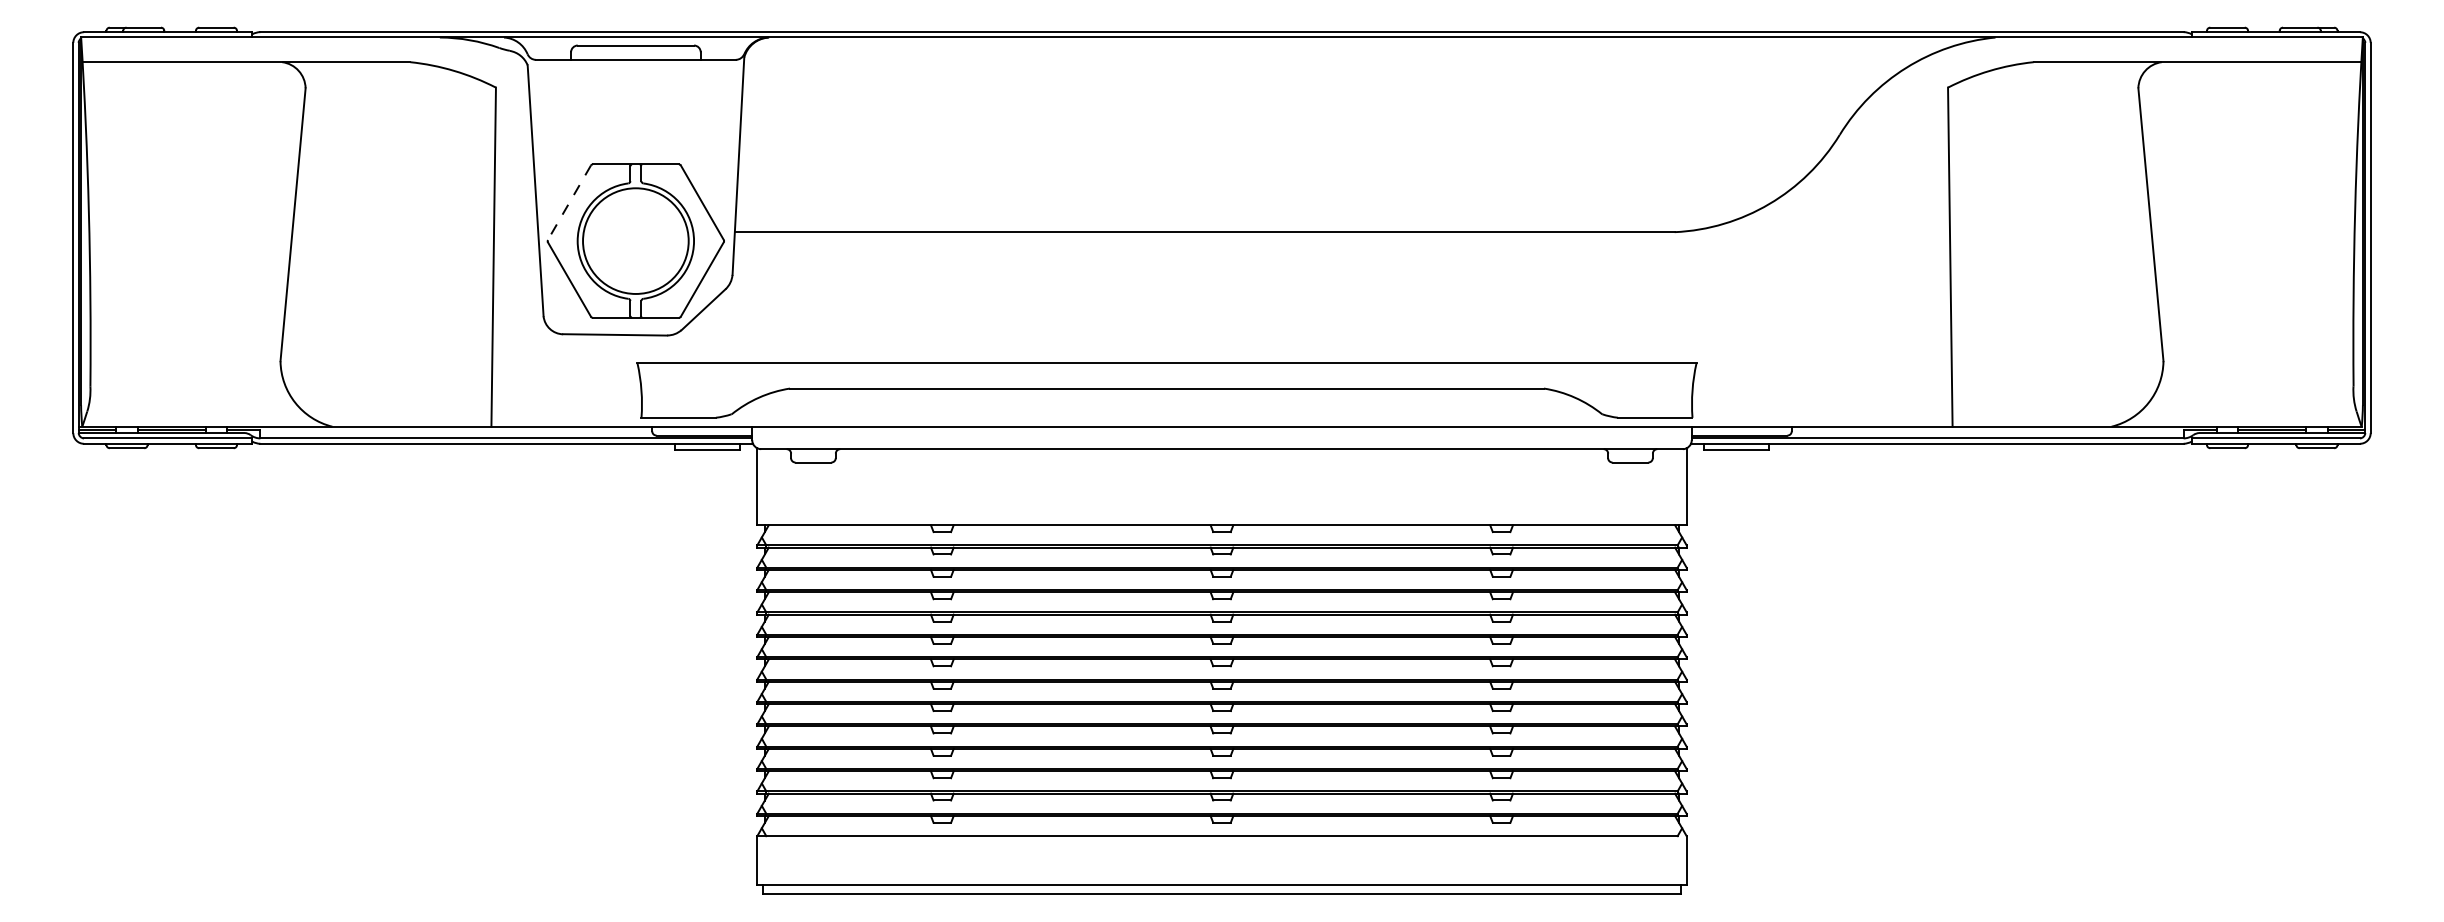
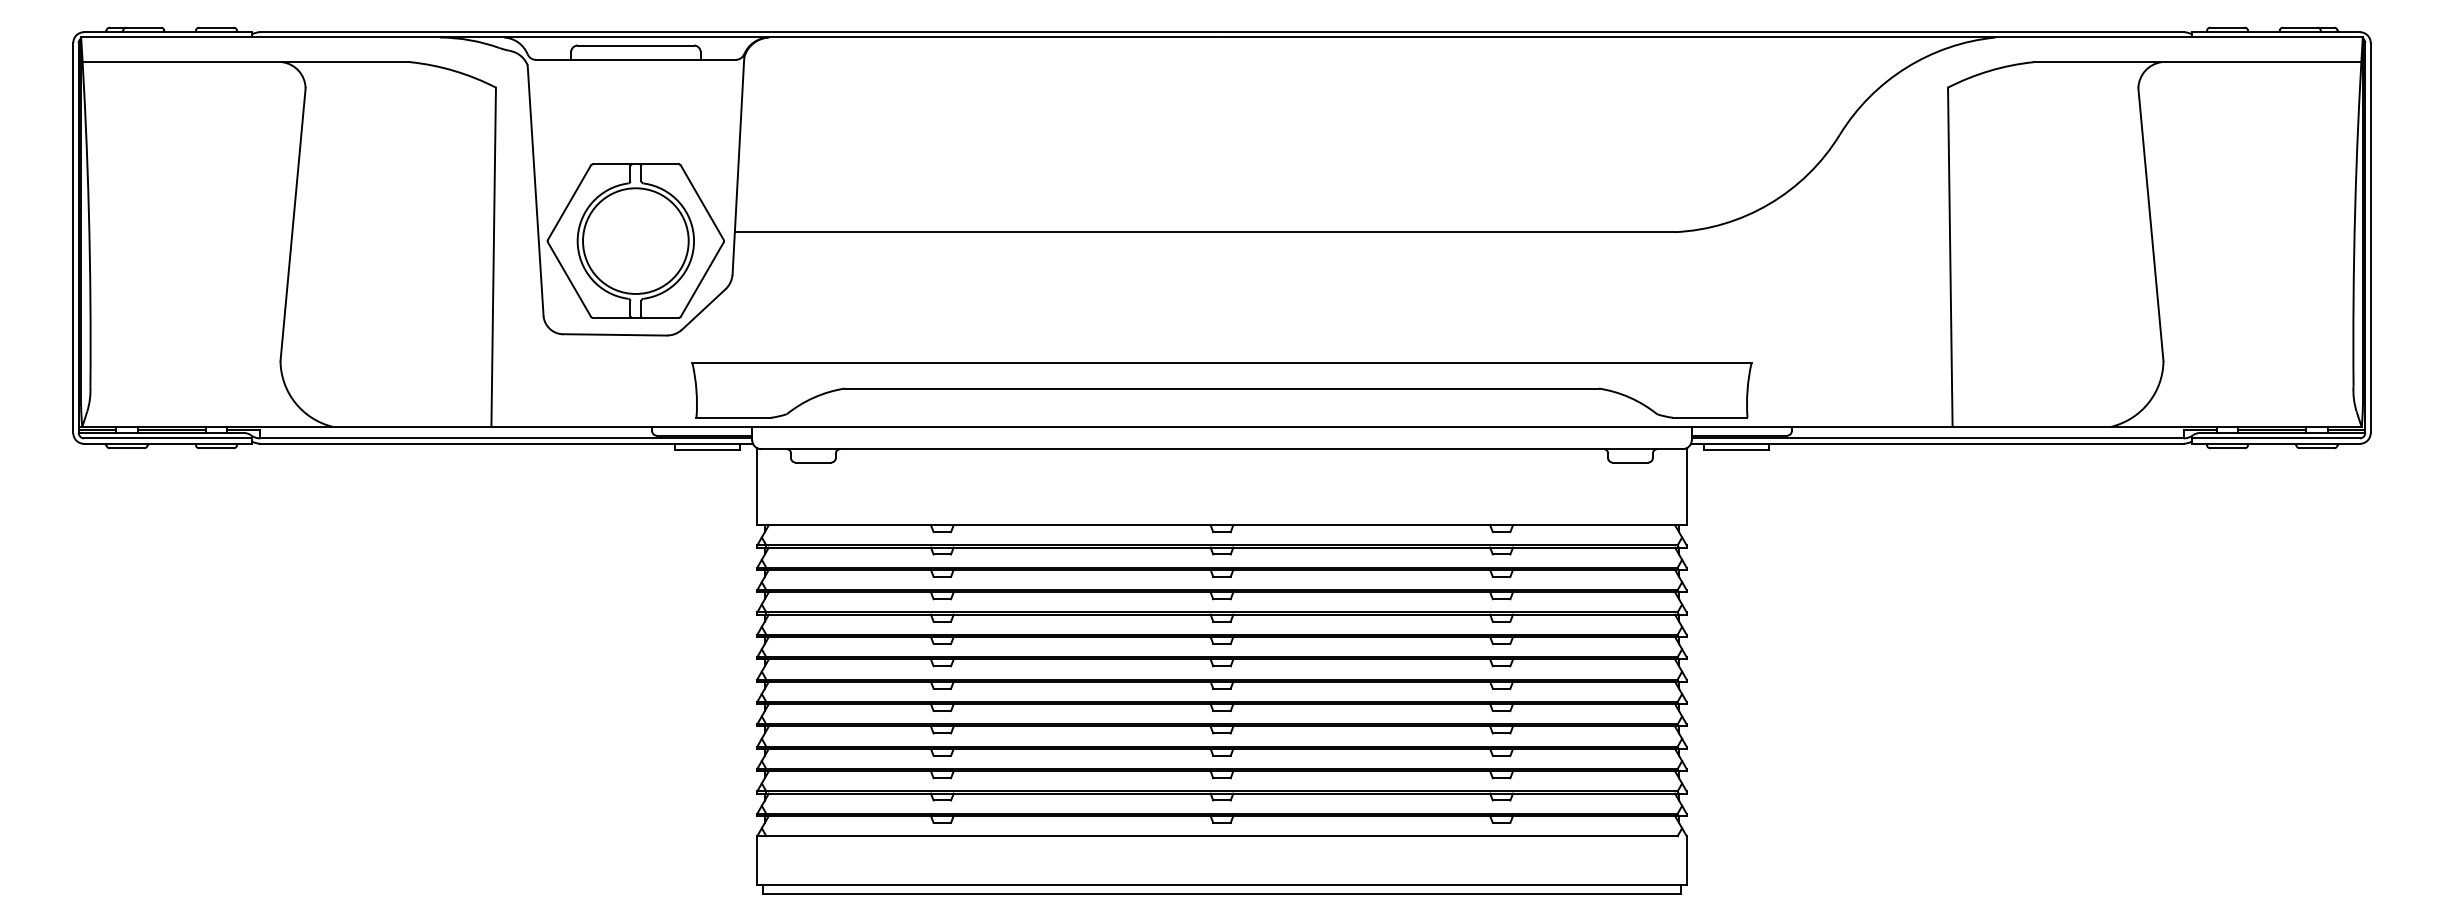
line at (569, 203): dashed -> solid
part at (1166, 390) position: (1166, 390) -> (1221, 390)
